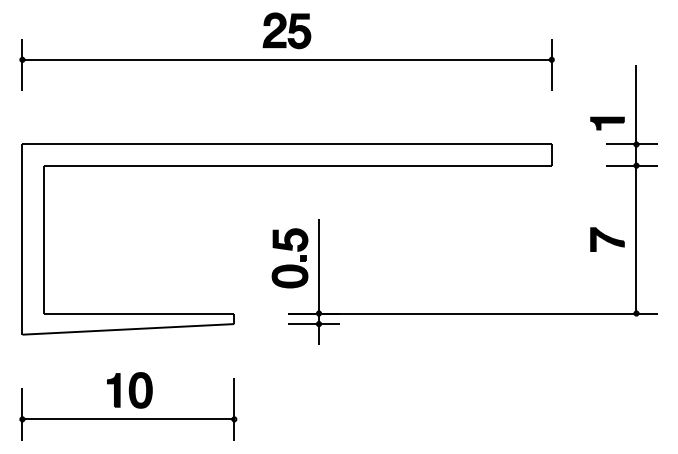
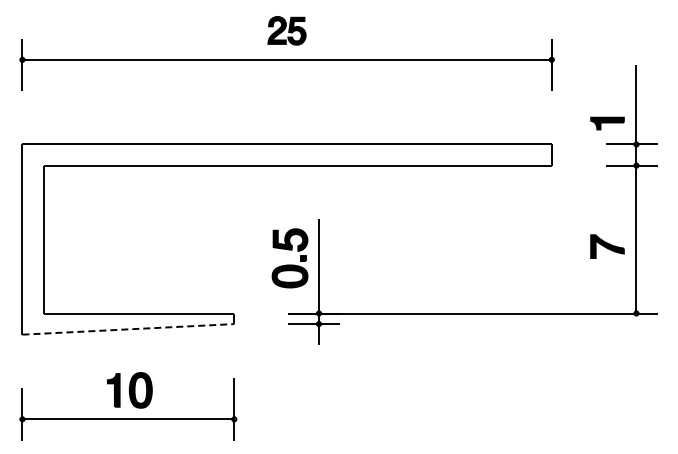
part at (286, 30) size: 50x38 px -> 40x30 px
part at (607, 239) position: (607, 239) -> (607, 246)
line at (128, 329): solid -> dashed
